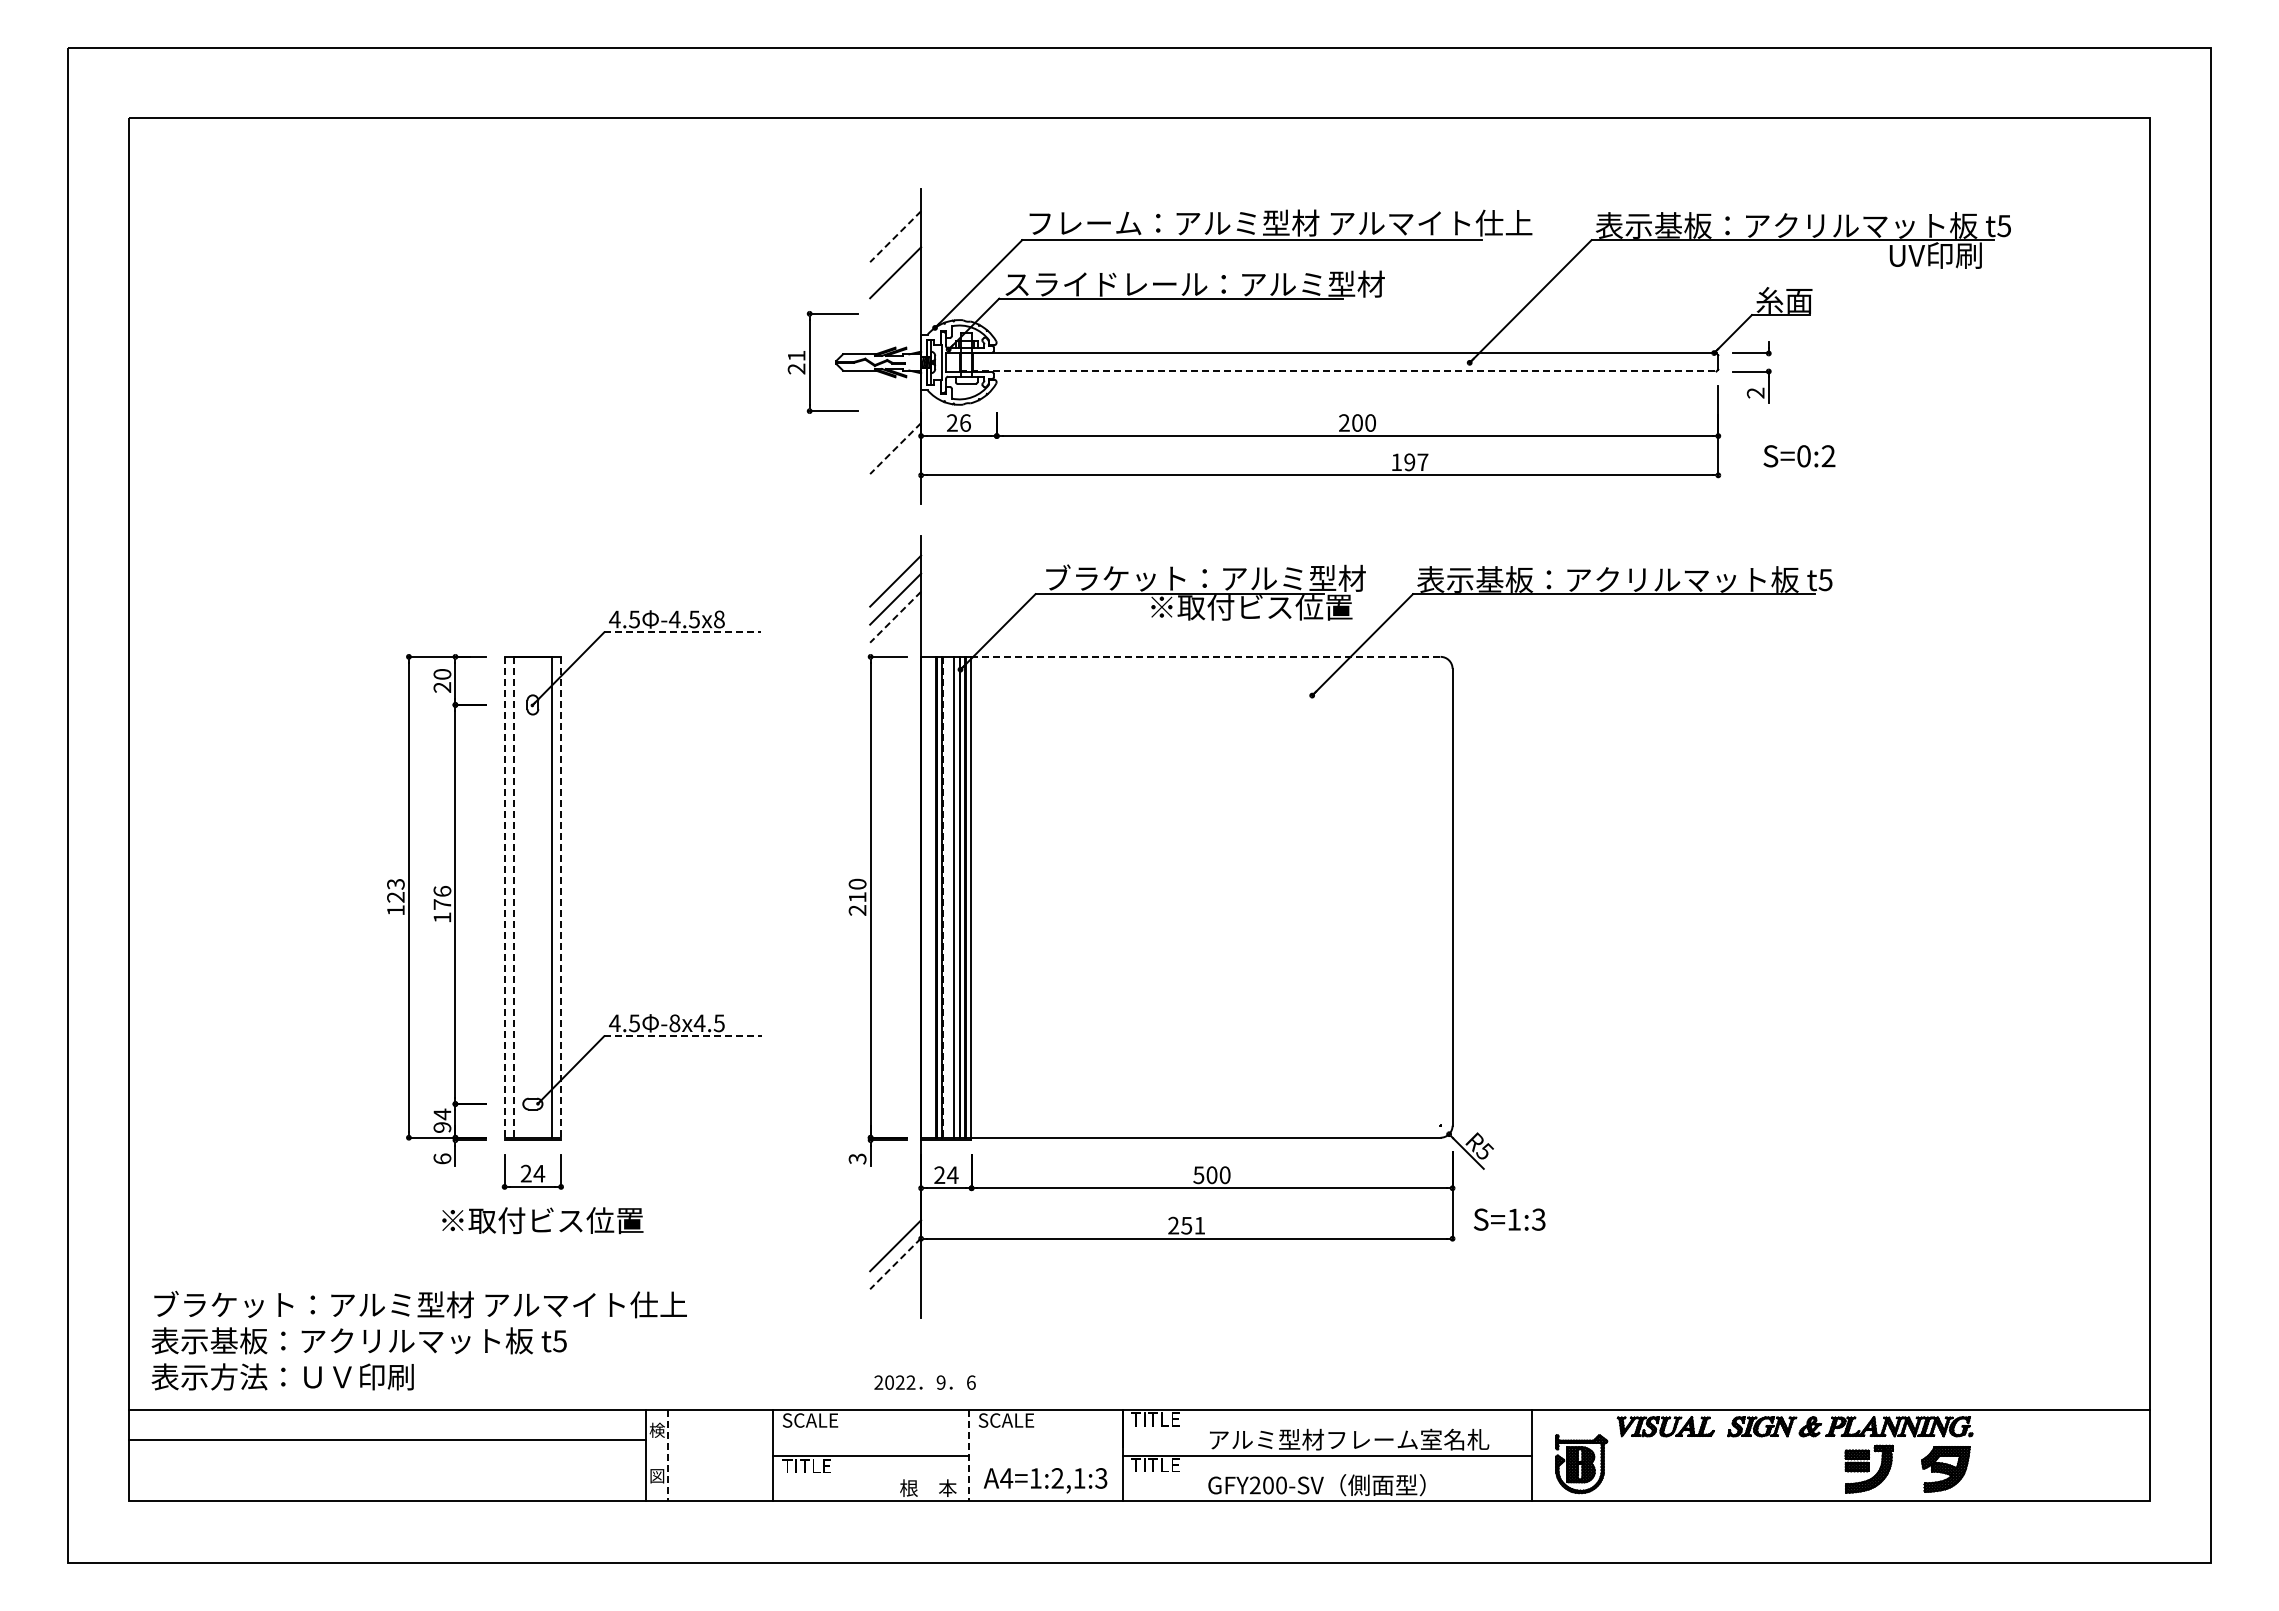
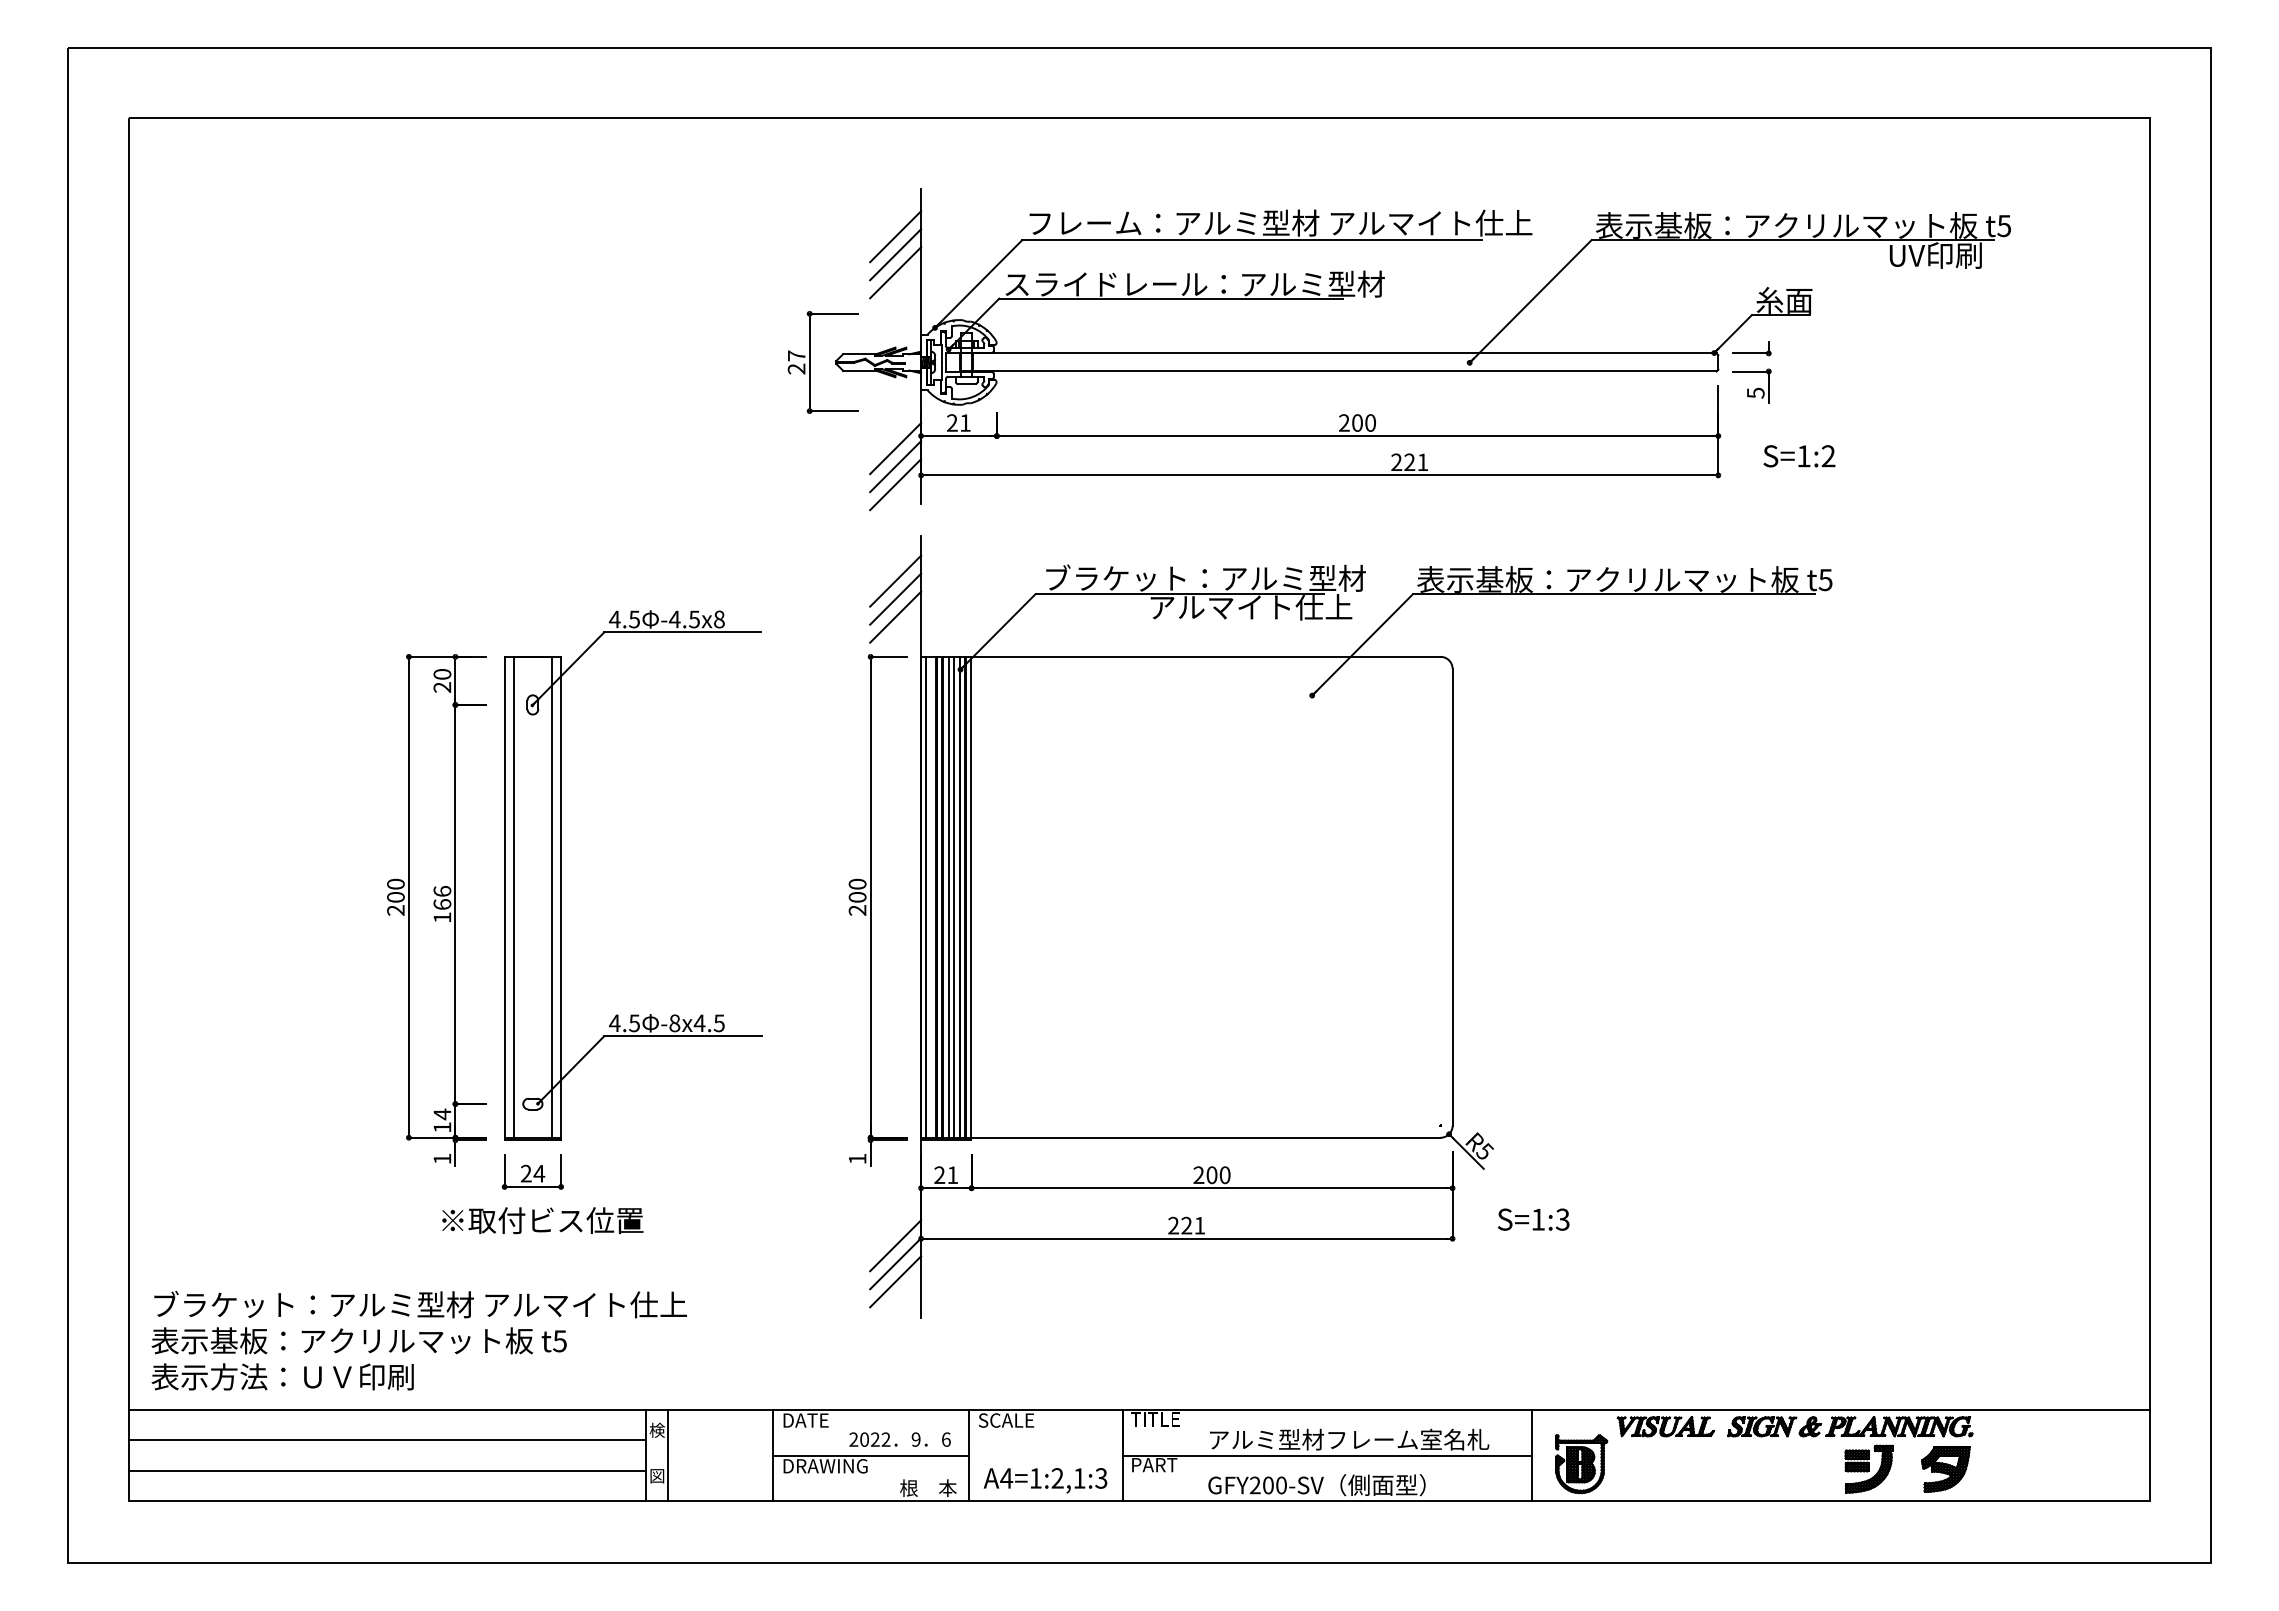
line at (895, 237): dashed -> solid
line at (895, 254): none -> present
text at (796, 355): 21 -> 27
line at (1338, 371): dashed -> solid
text at (1755, 392): 2 -> 5
text at (965, 422): 26 -> 21
line at (895, 448): dashed -> solid
text at (1803, 456): S=0:2 -> S=1:2
text at (1409, 462): 197 -> 221
line at (895, 466): none -> present
line at (895, 484): none -> present
text at (1251, 607): ※取付ビス位置 -> アルマイト仕上
line at (895, 617): dashed -> solid
line at (682, 632): dashed -> solid
line at (1206, 656): dashed -> solid
text at (395, 896): 123 -> 200
line at (925, 896): none -> present
line at (949, 896): none -> present
line at (514, 897): dashed -> solid
text at (857, 897): 210 -> 200
line at (943, 897): dashed -> solid
line at (504, 898): dashed -> solid
line at (561, 898): dashed -> solid
text at (442, 904): 176 -> 166
line at (683, 1036): dashed -> solid
text at (442, 1127): 94 -> 14
text at (442, 1158): 6 -> 1
text at (857, 1158): 3 -> 1
text at (952, 1174): 24 -> 21
text at (1198, 1175): 500 -> 200
text at (1509, 1219) position: (1509, 1219) -> (1533, 1219)
text at (1186, 1225): 251 -> 221
line at (895, 1264): dashed -> solid
line at (895, 1281): none -> present
text at (924, 1382) position: (924, 1382) -> (899, 1439)
text at (810, 1420): SCALE -> DATE
line at (668, 1455): dashed -> solid
line at (969, 1455): dashed -> solid
text at (1155, 1465): TITLE -> PART
text at (824, 1466): TITLE -> DRAWING
line at (387, 1470): none -> present
